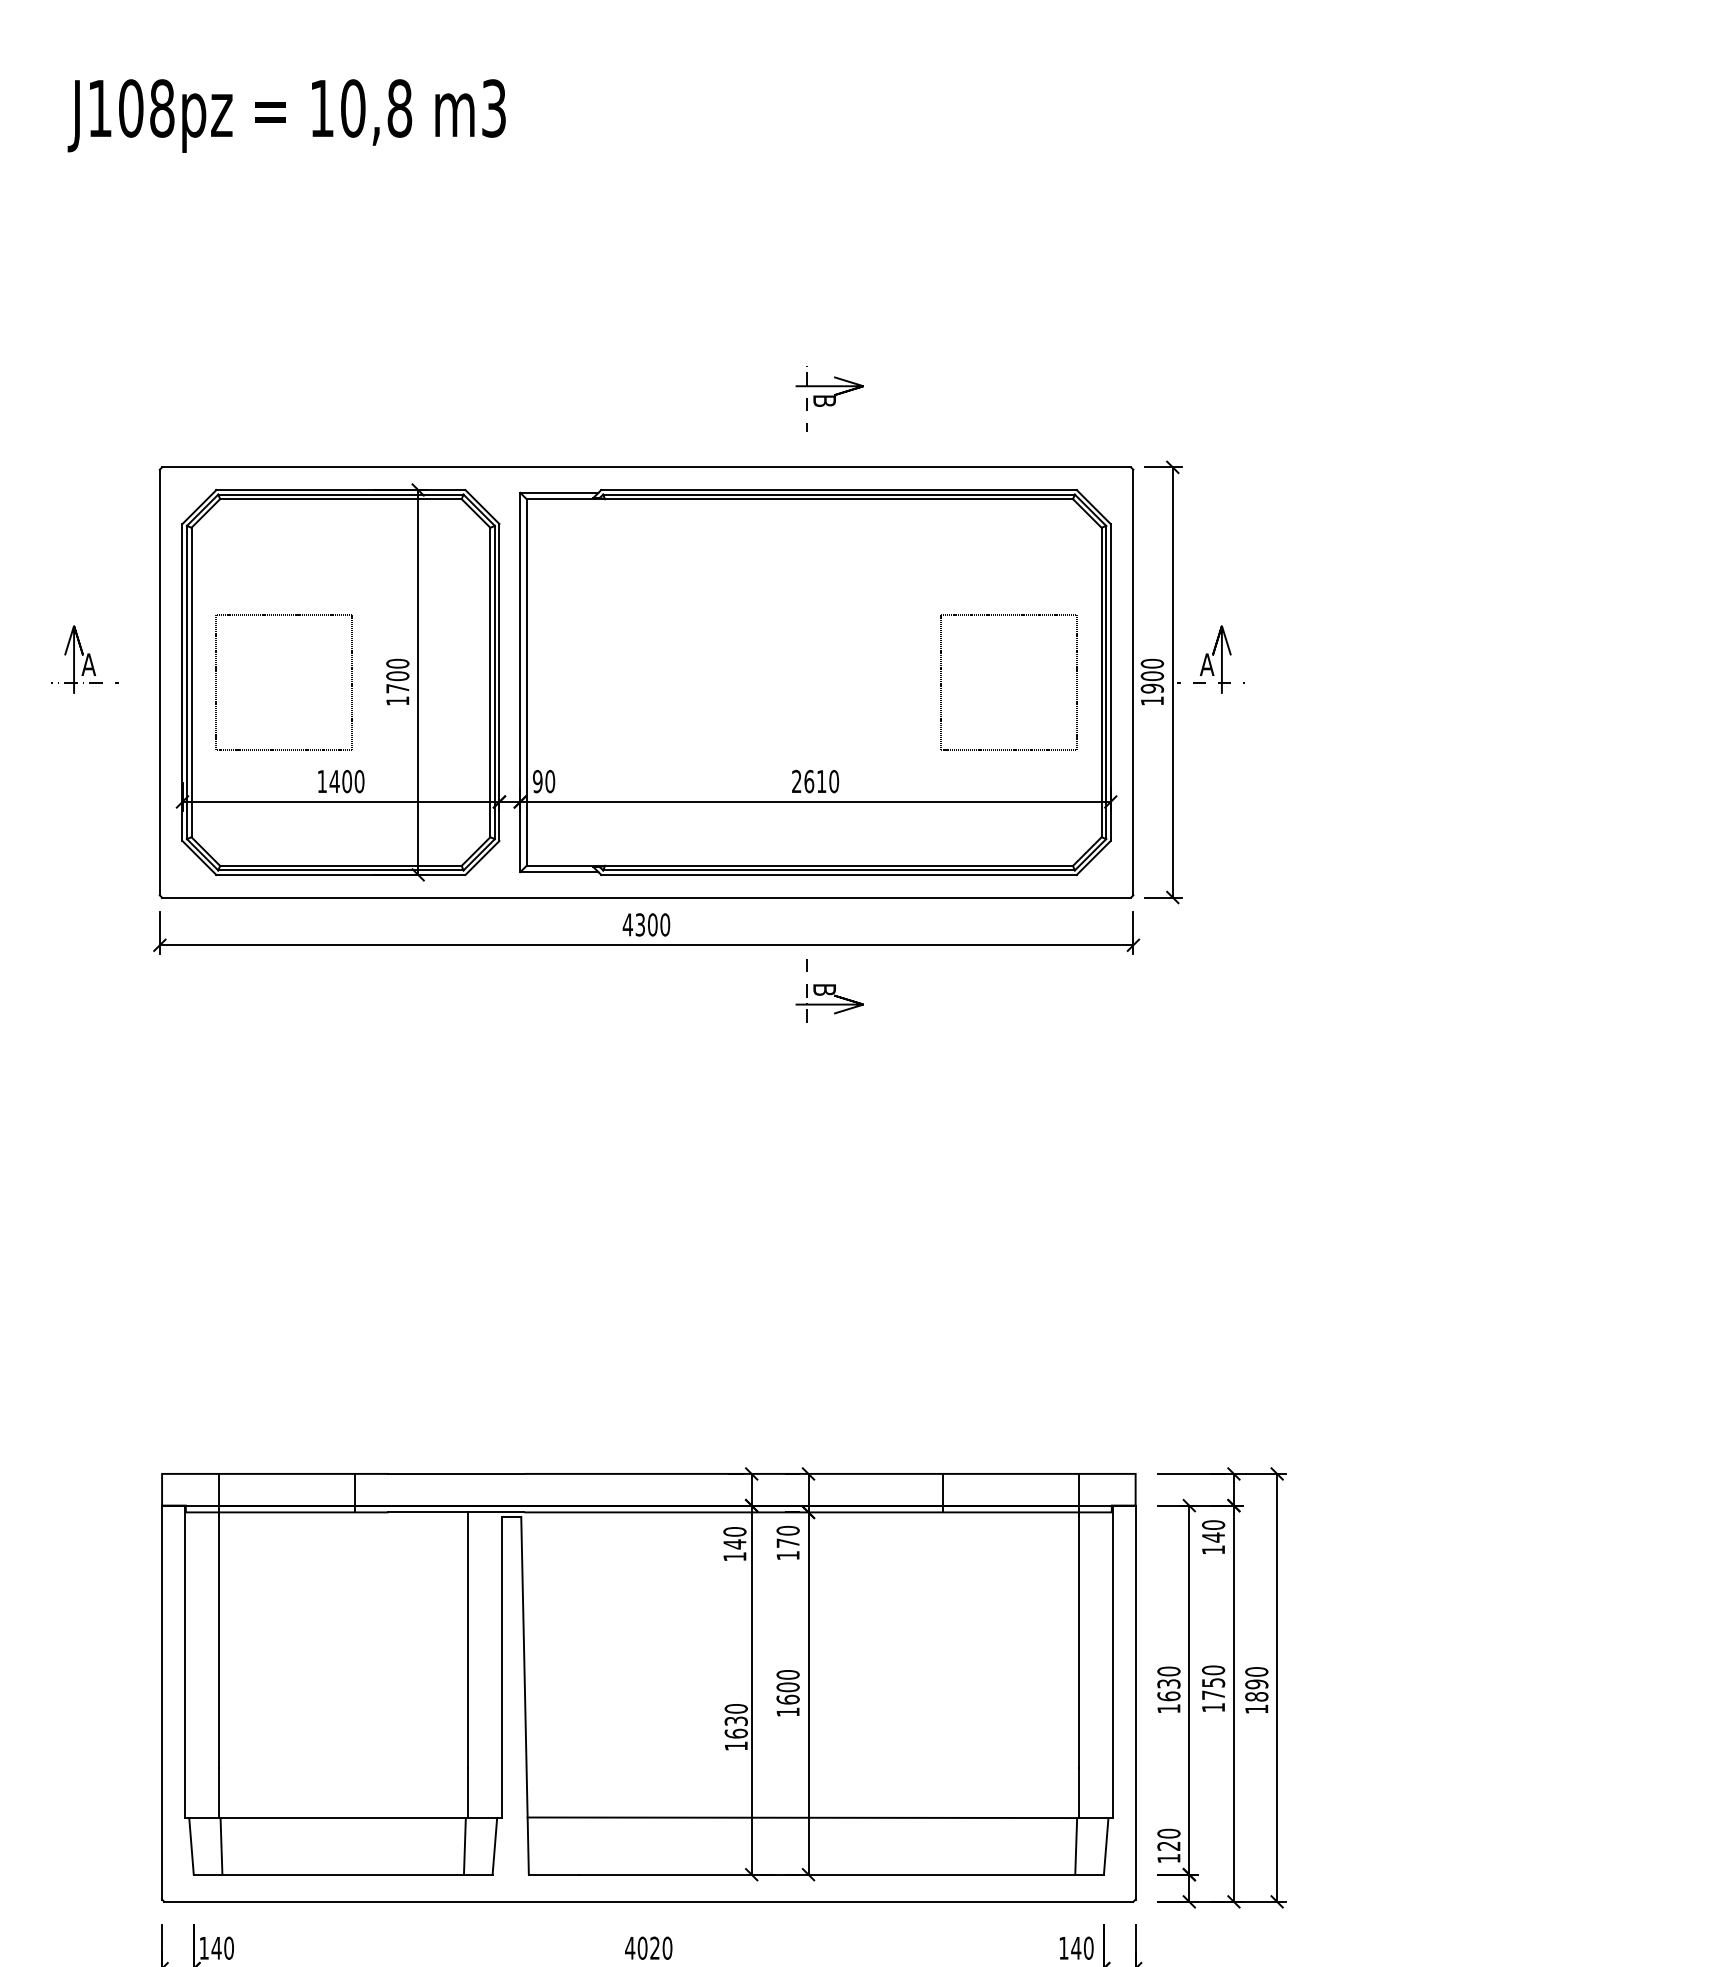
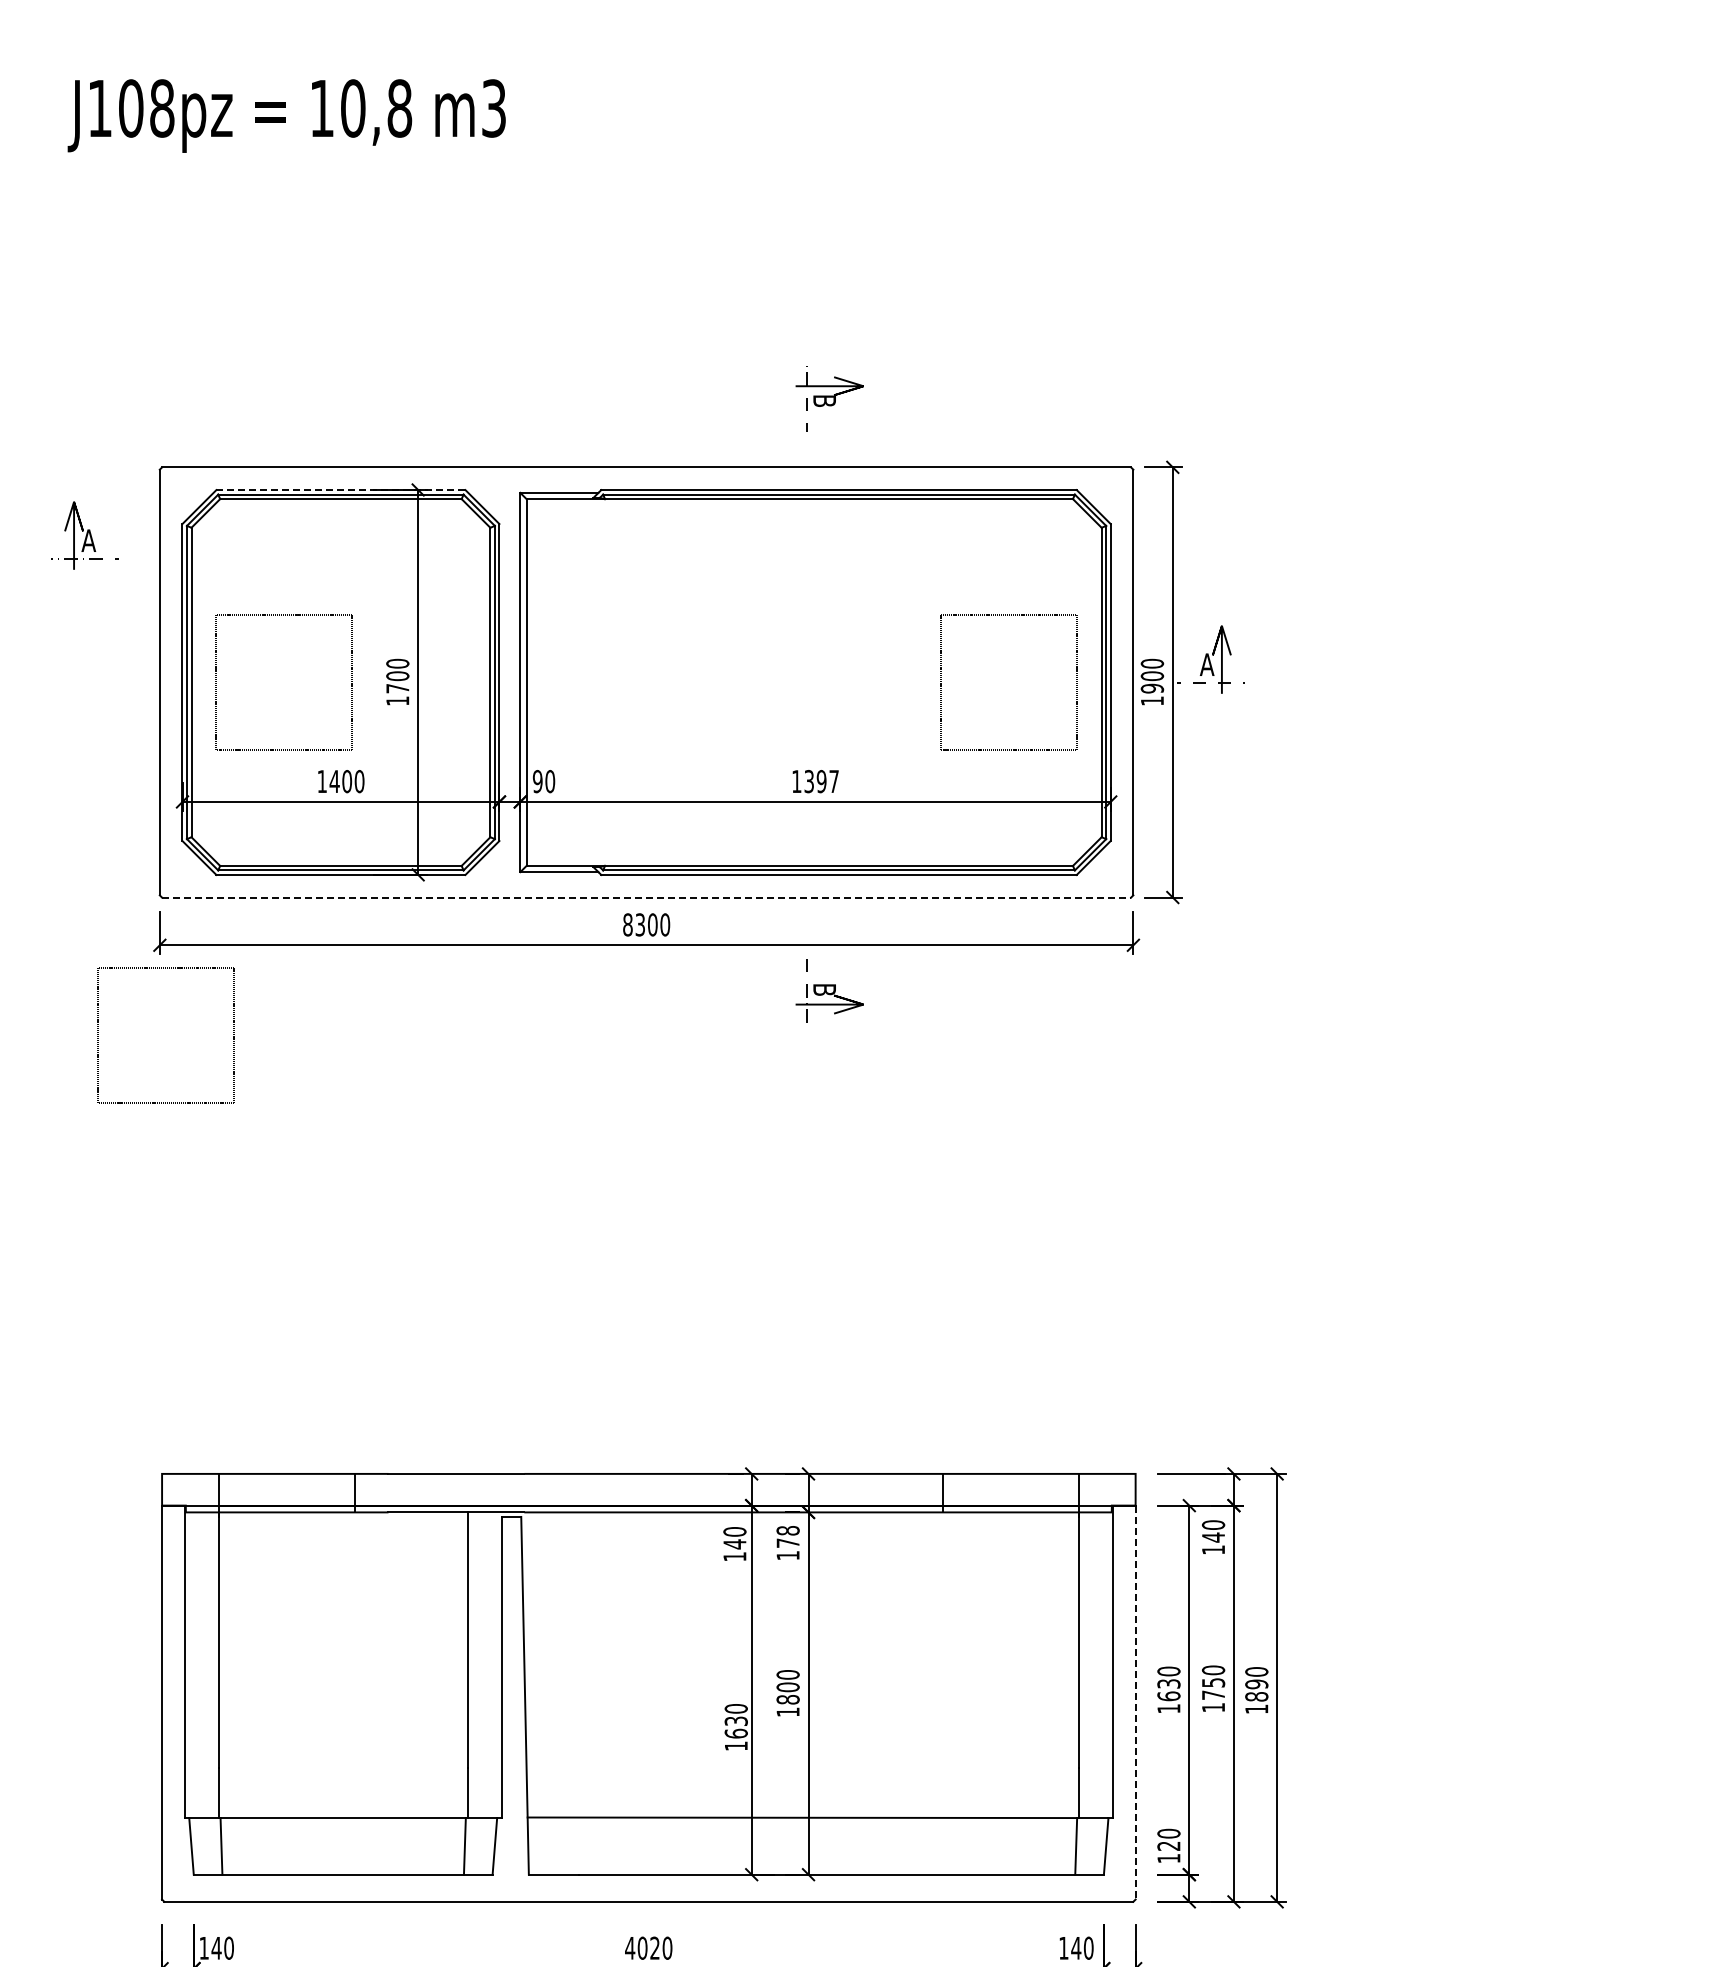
line at (340, 490): solid -> dashed
part at (84, 659) position: (84, 659) -> (84, 535)
text at (815, 781): 2610 -> 1397
line at (646, 897): solid -> dashed
text at (627, 924): 4300 -> 8300
part at (165, 968): none -> present
text at (787, 1530): 170 -> 178
text at (787, 1699): 1600 -> 1800
line at (1135, 1702): solid -> dashed
